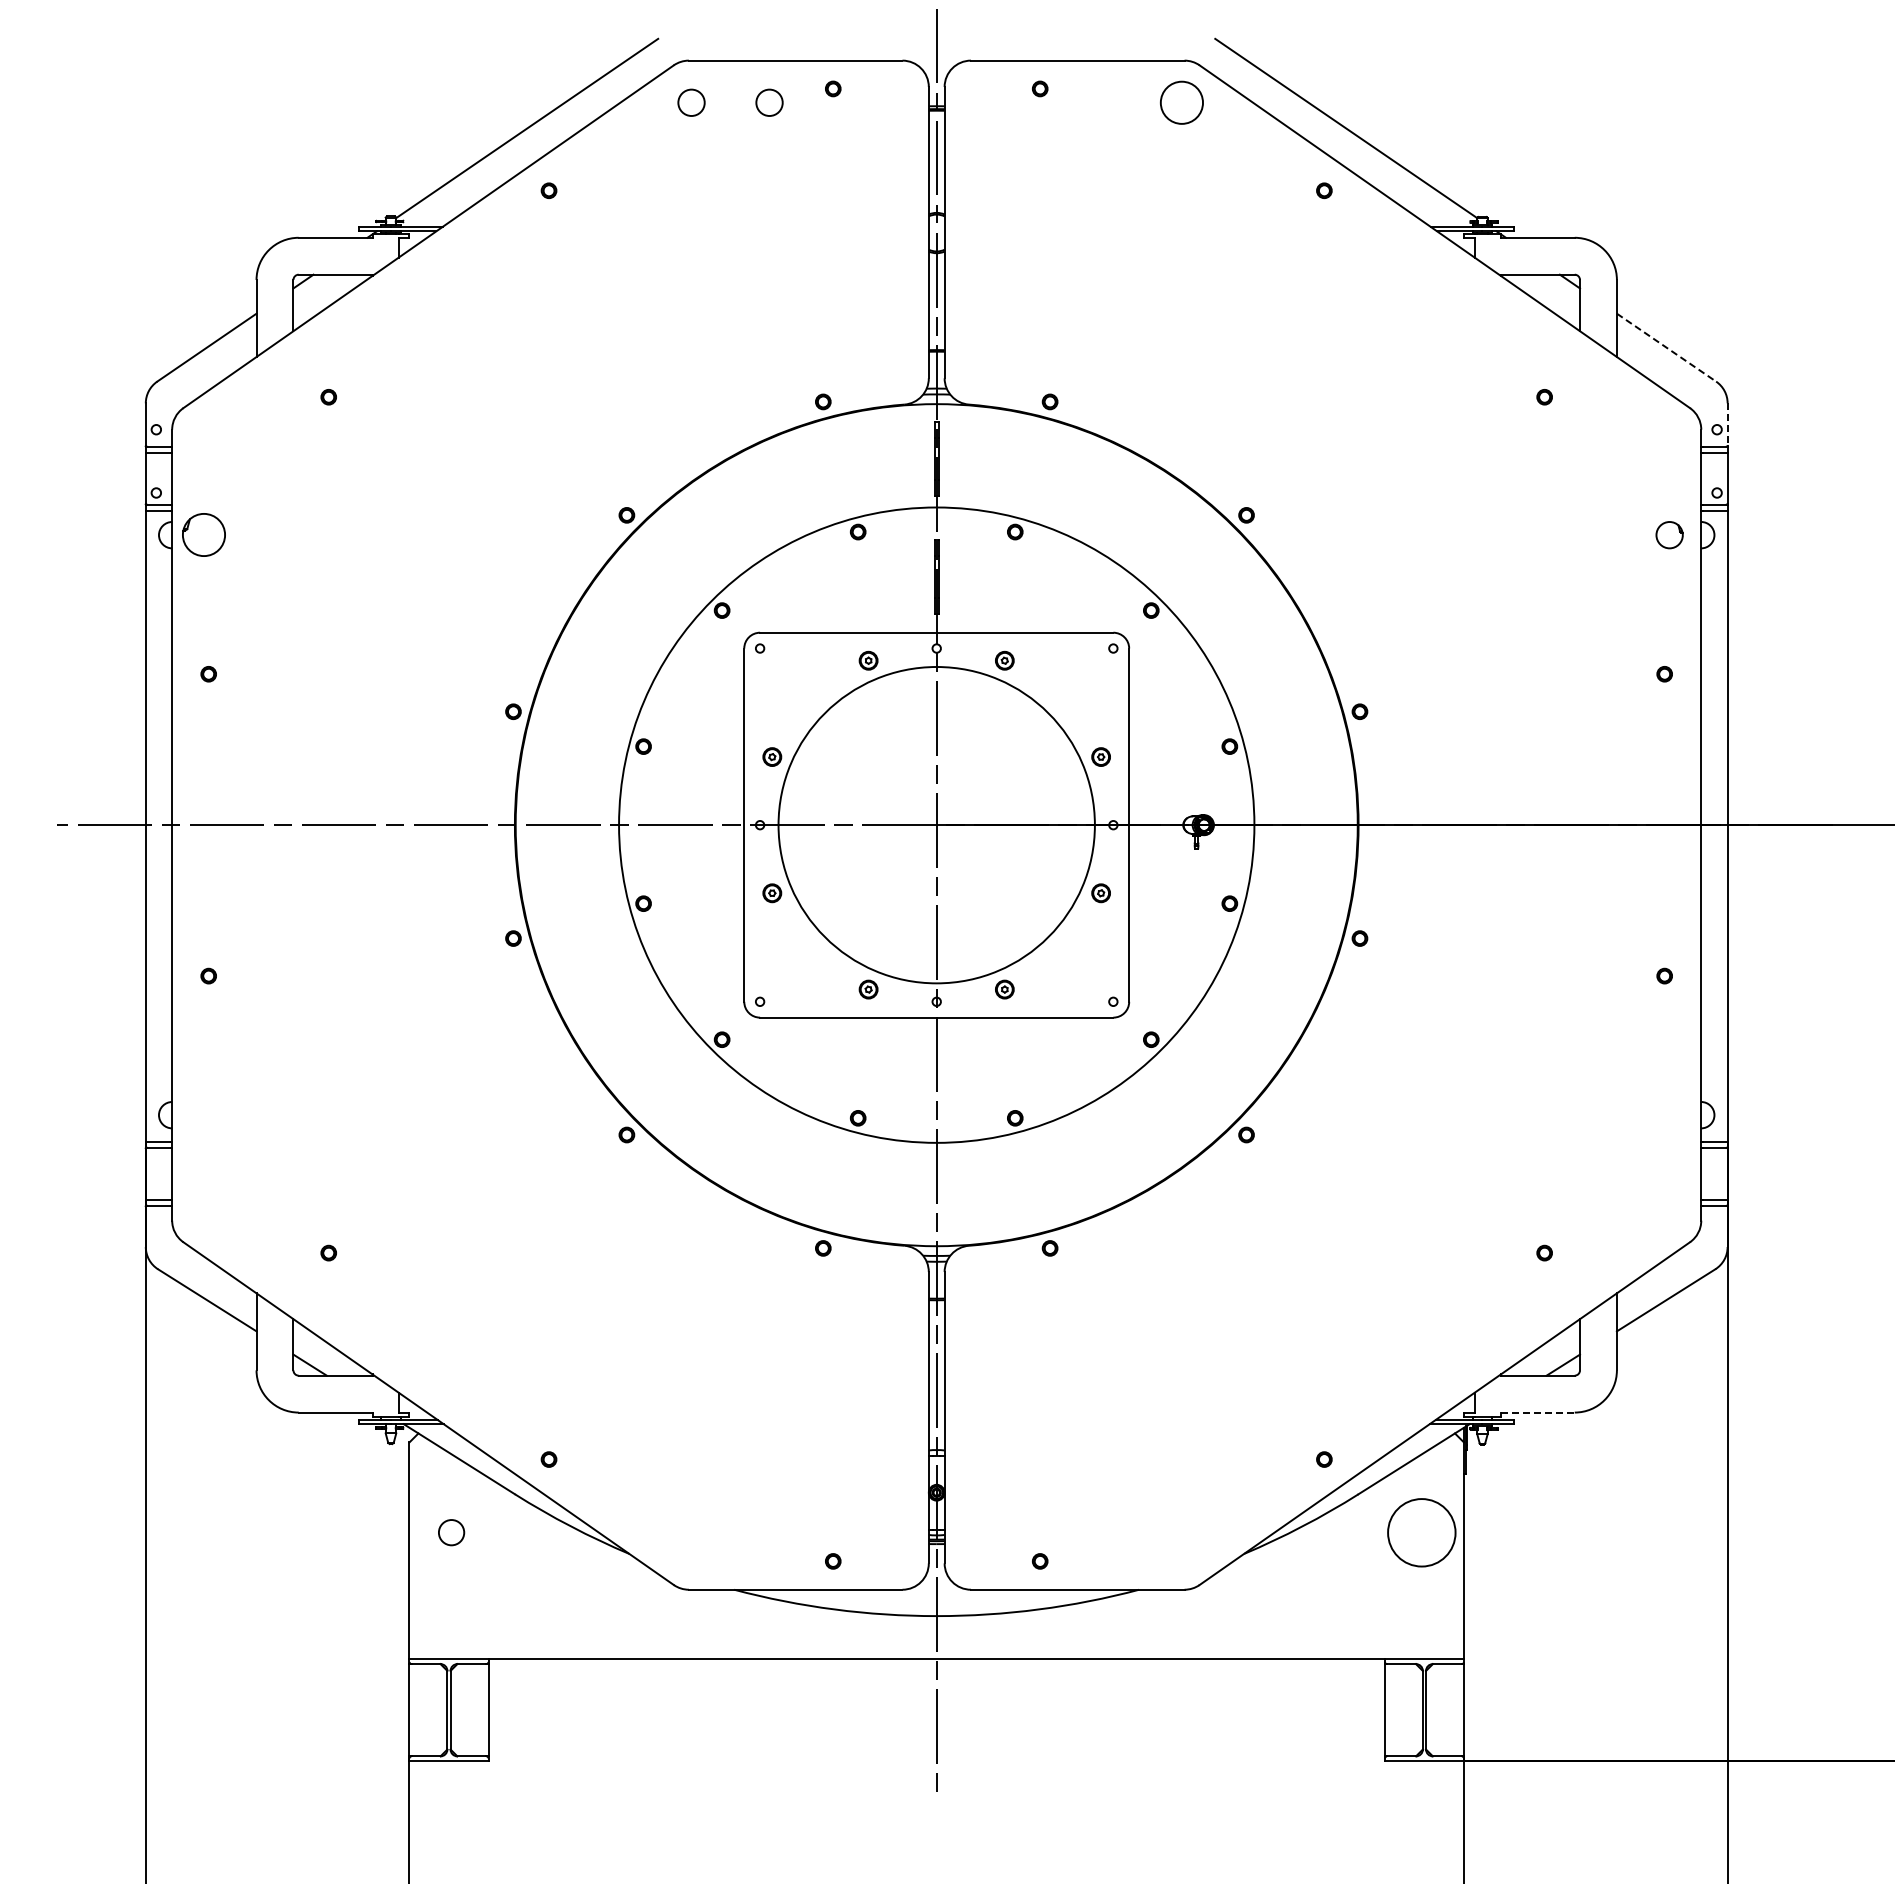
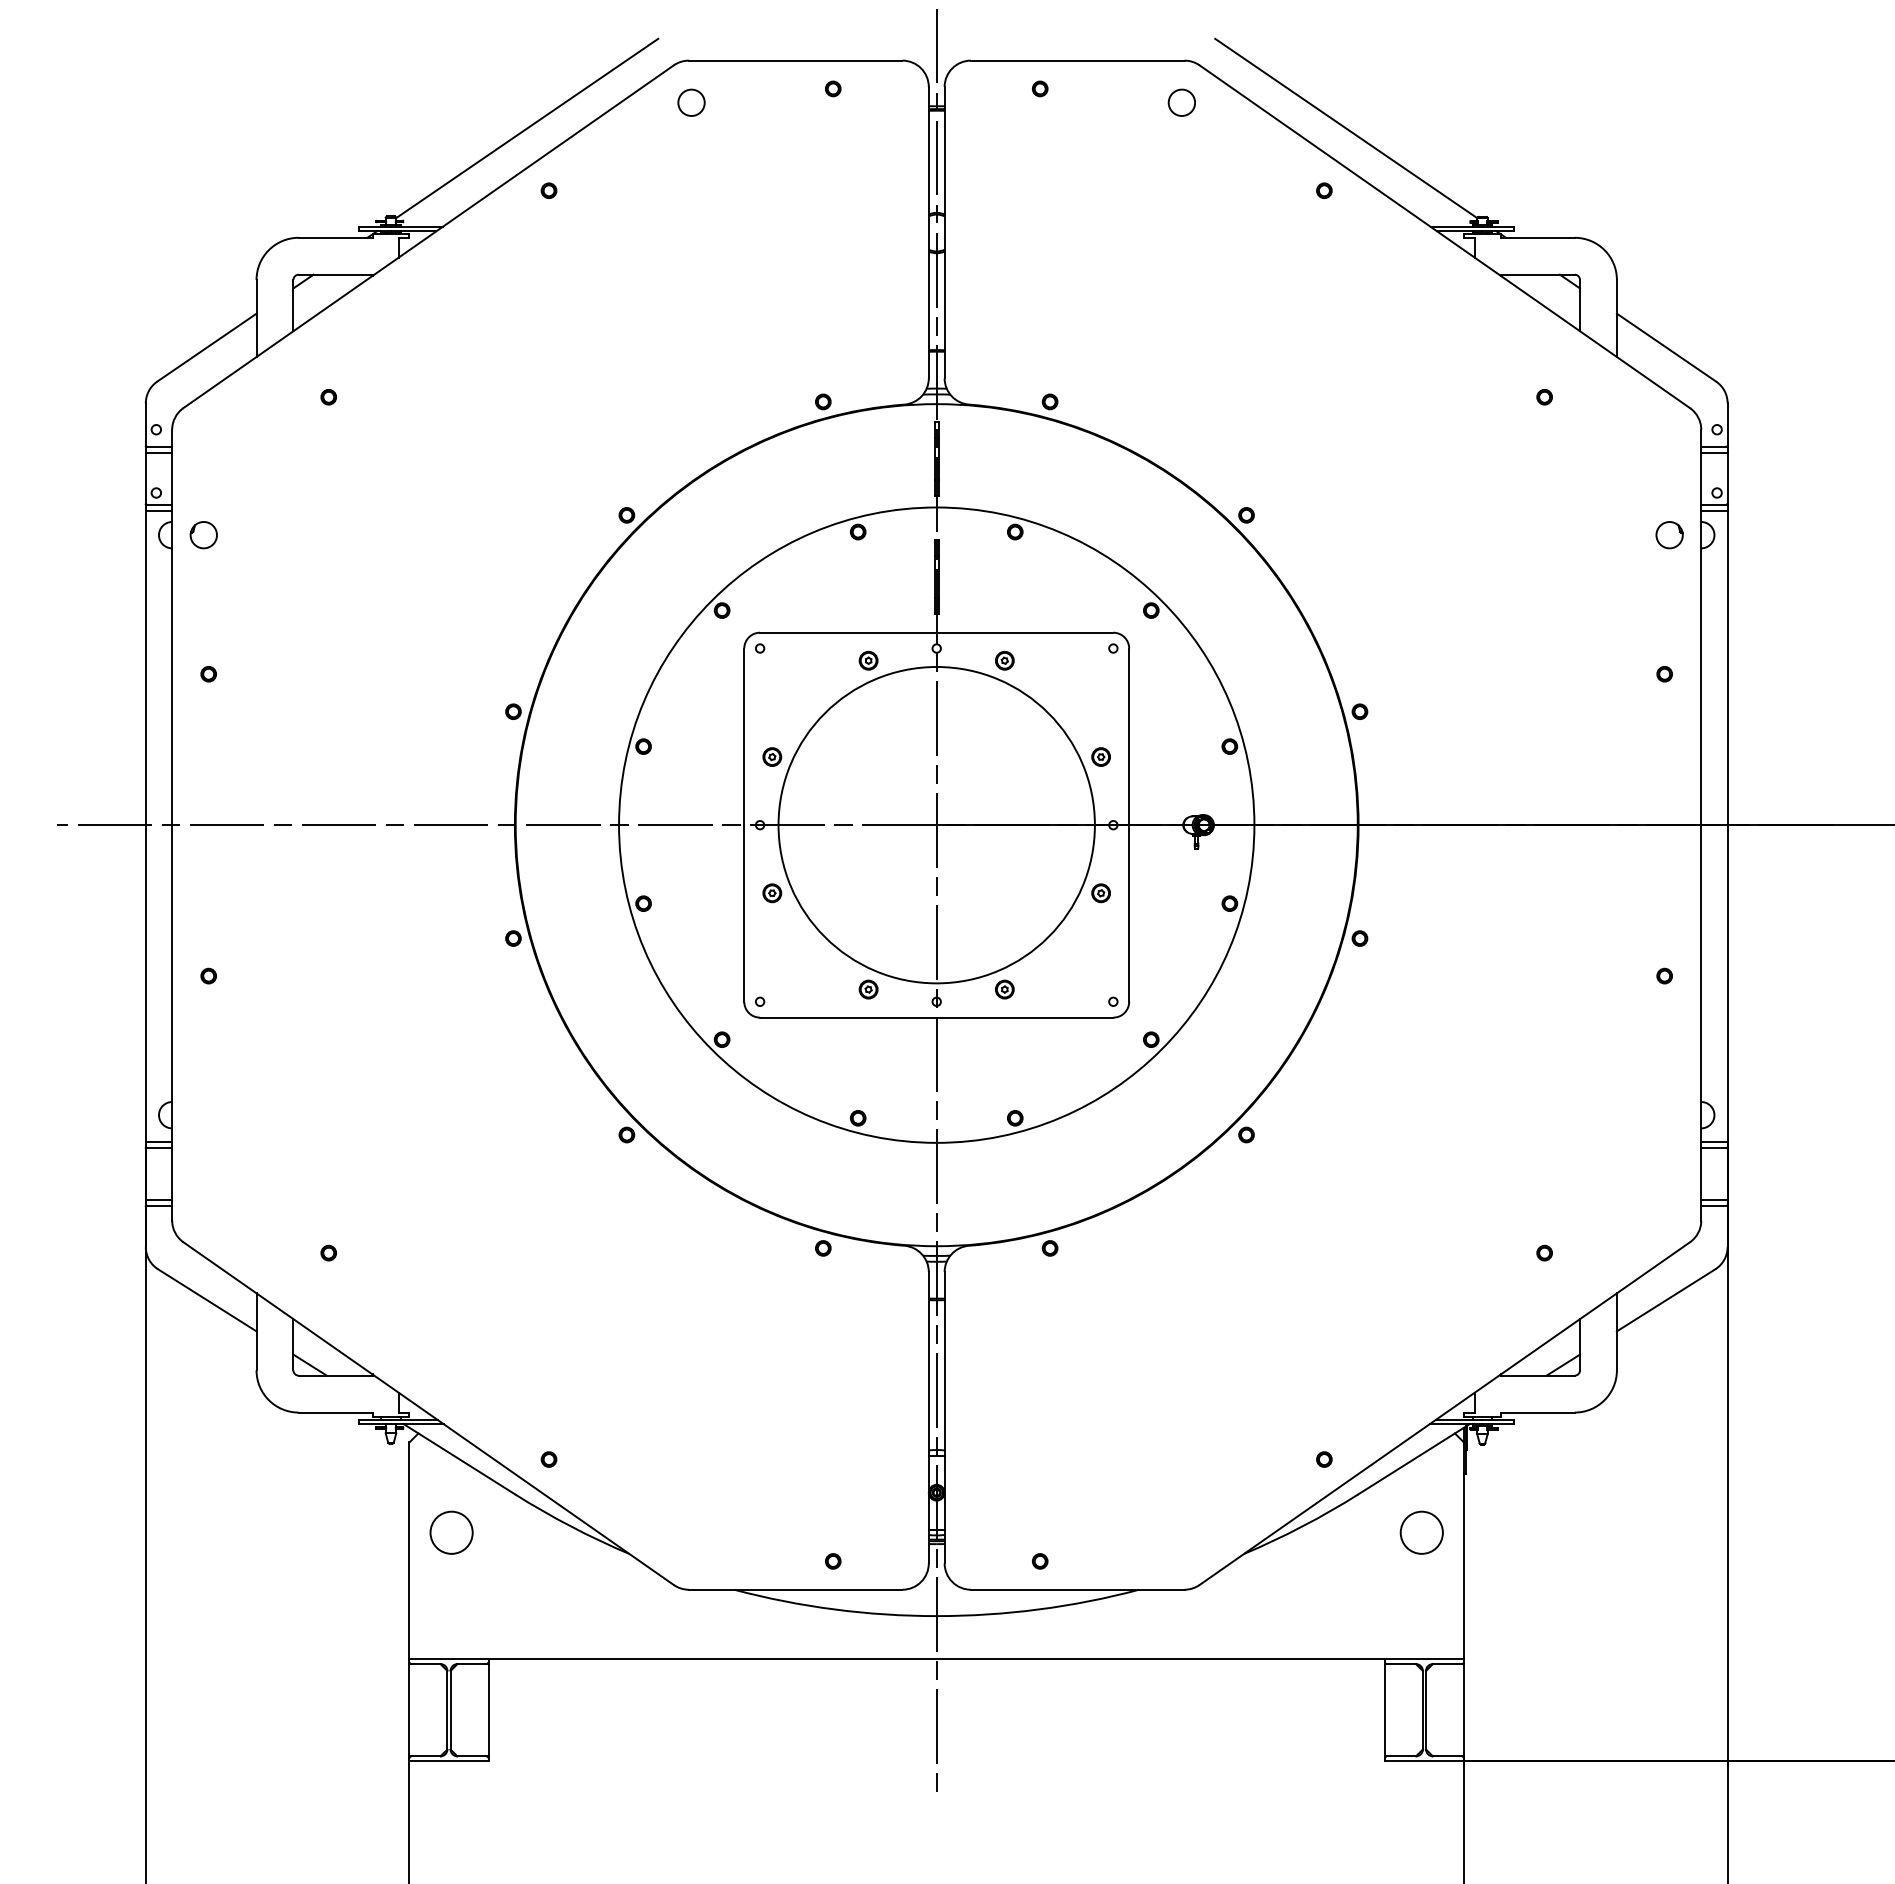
circle at (769, 102): present -> none
circle at (1181, 102) diameter: 42 px -> 26 px
line at (1666, 347): dashed -> solid
line at (1727, 425): dashed -> solid
part at (203, 534) size: 44x44 px -> 29x29 px
line at (1537, 1412): dashed -> solid
circle at (451, 1532) size: 28x28 px -> 45x45 px
circle at (1421, 1532) diameter: 67 px -> 42 px
